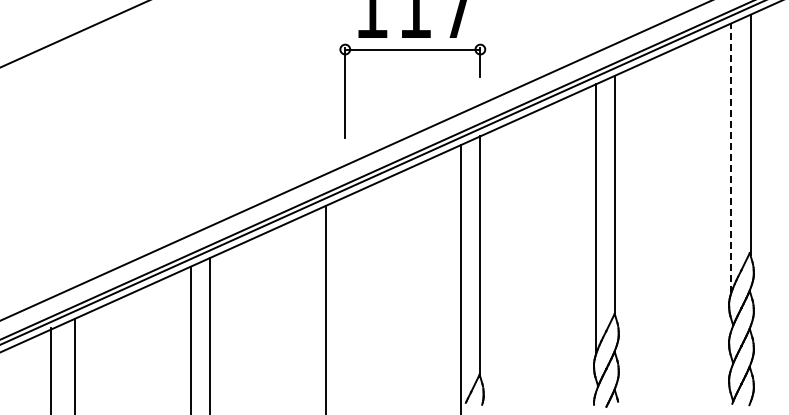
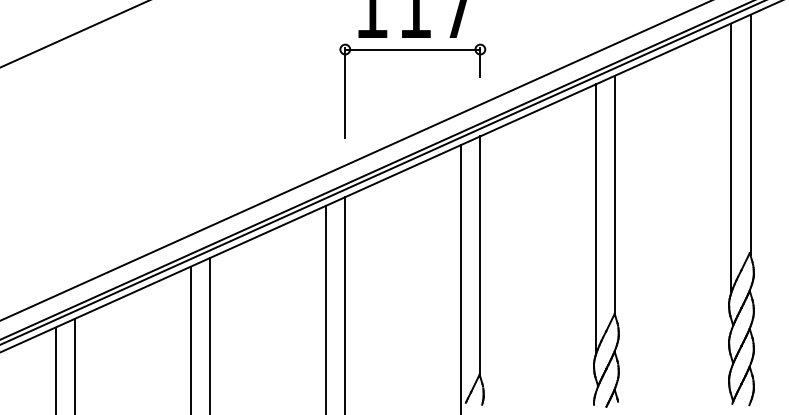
line at (730, 158): dashed -> solid
line at (345, 304): none -> present
line at (50, 369) position: (50, 369) -> (55, 369)
